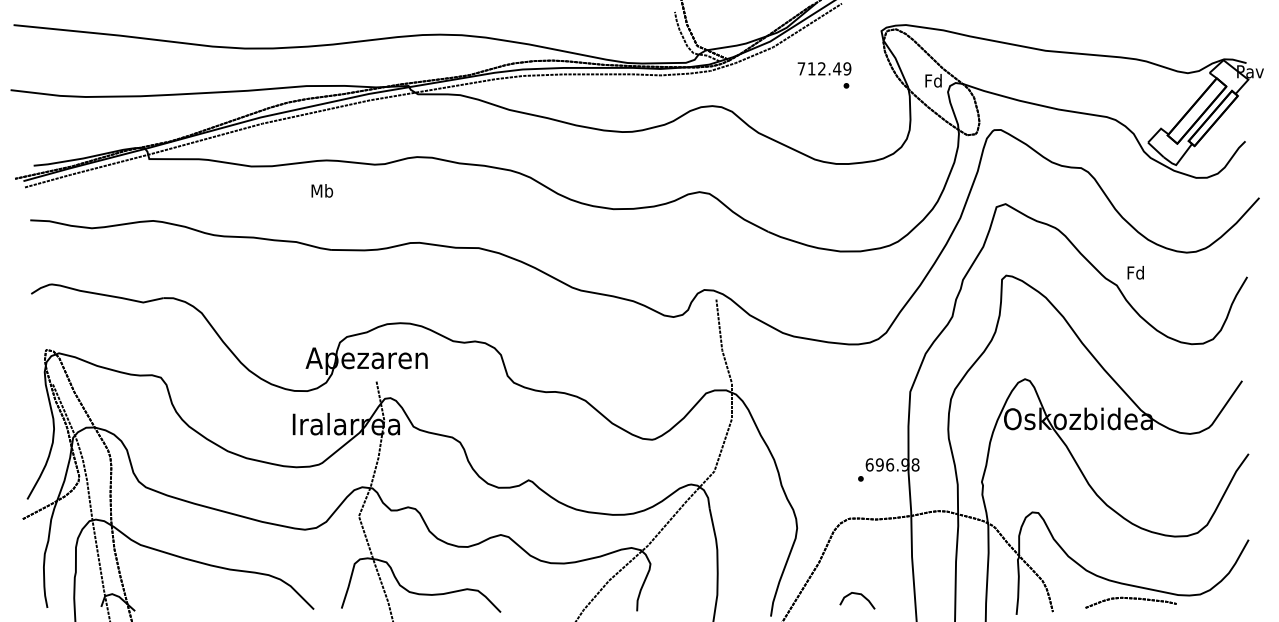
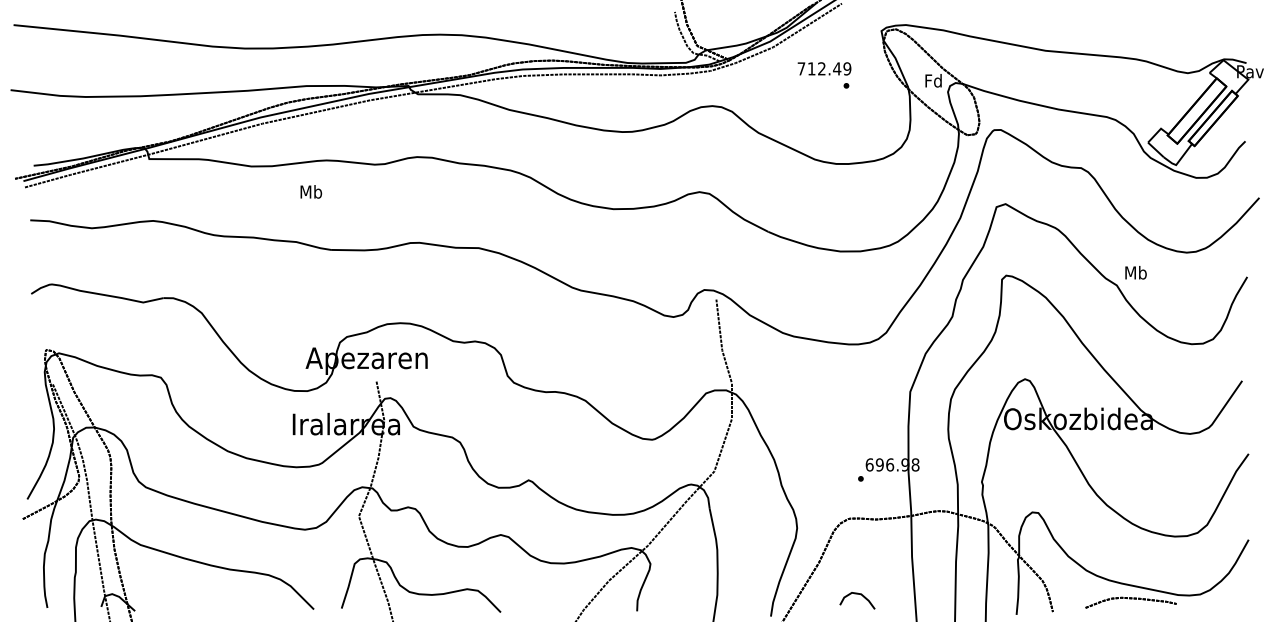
text at (322, 190) position: (322, 190) -> (311, 191)
text at (1135, 272): Fd -> Mb
